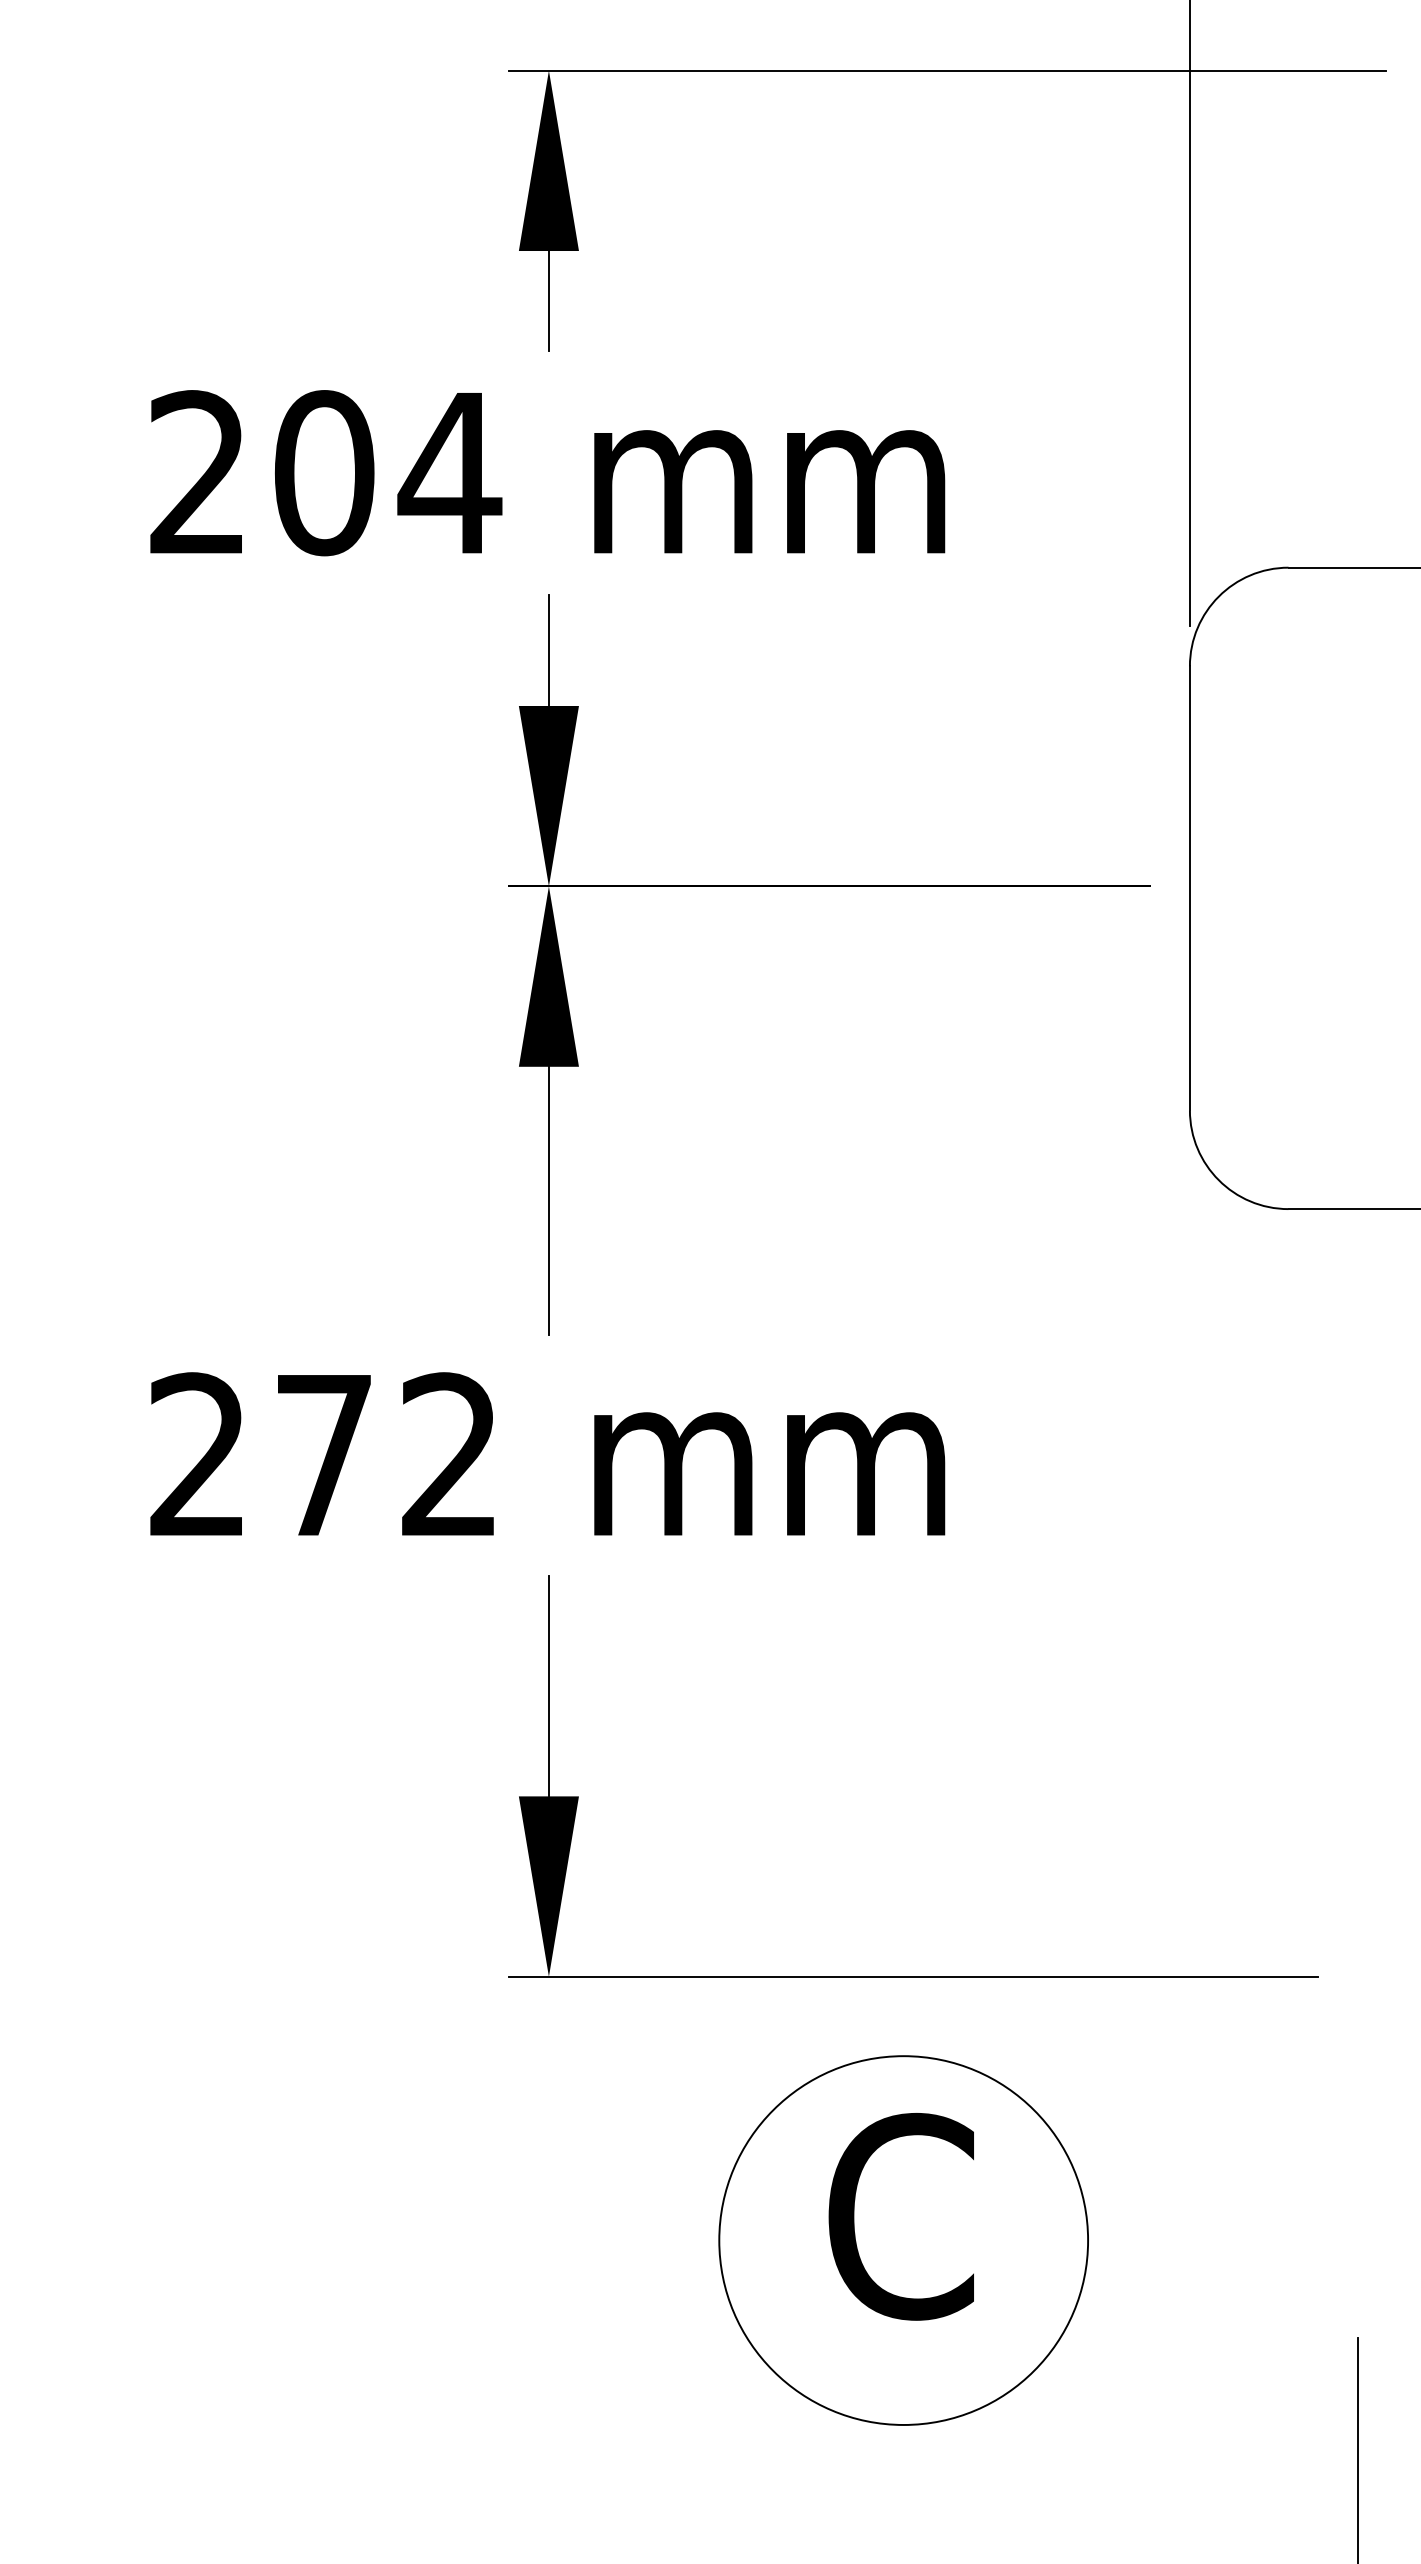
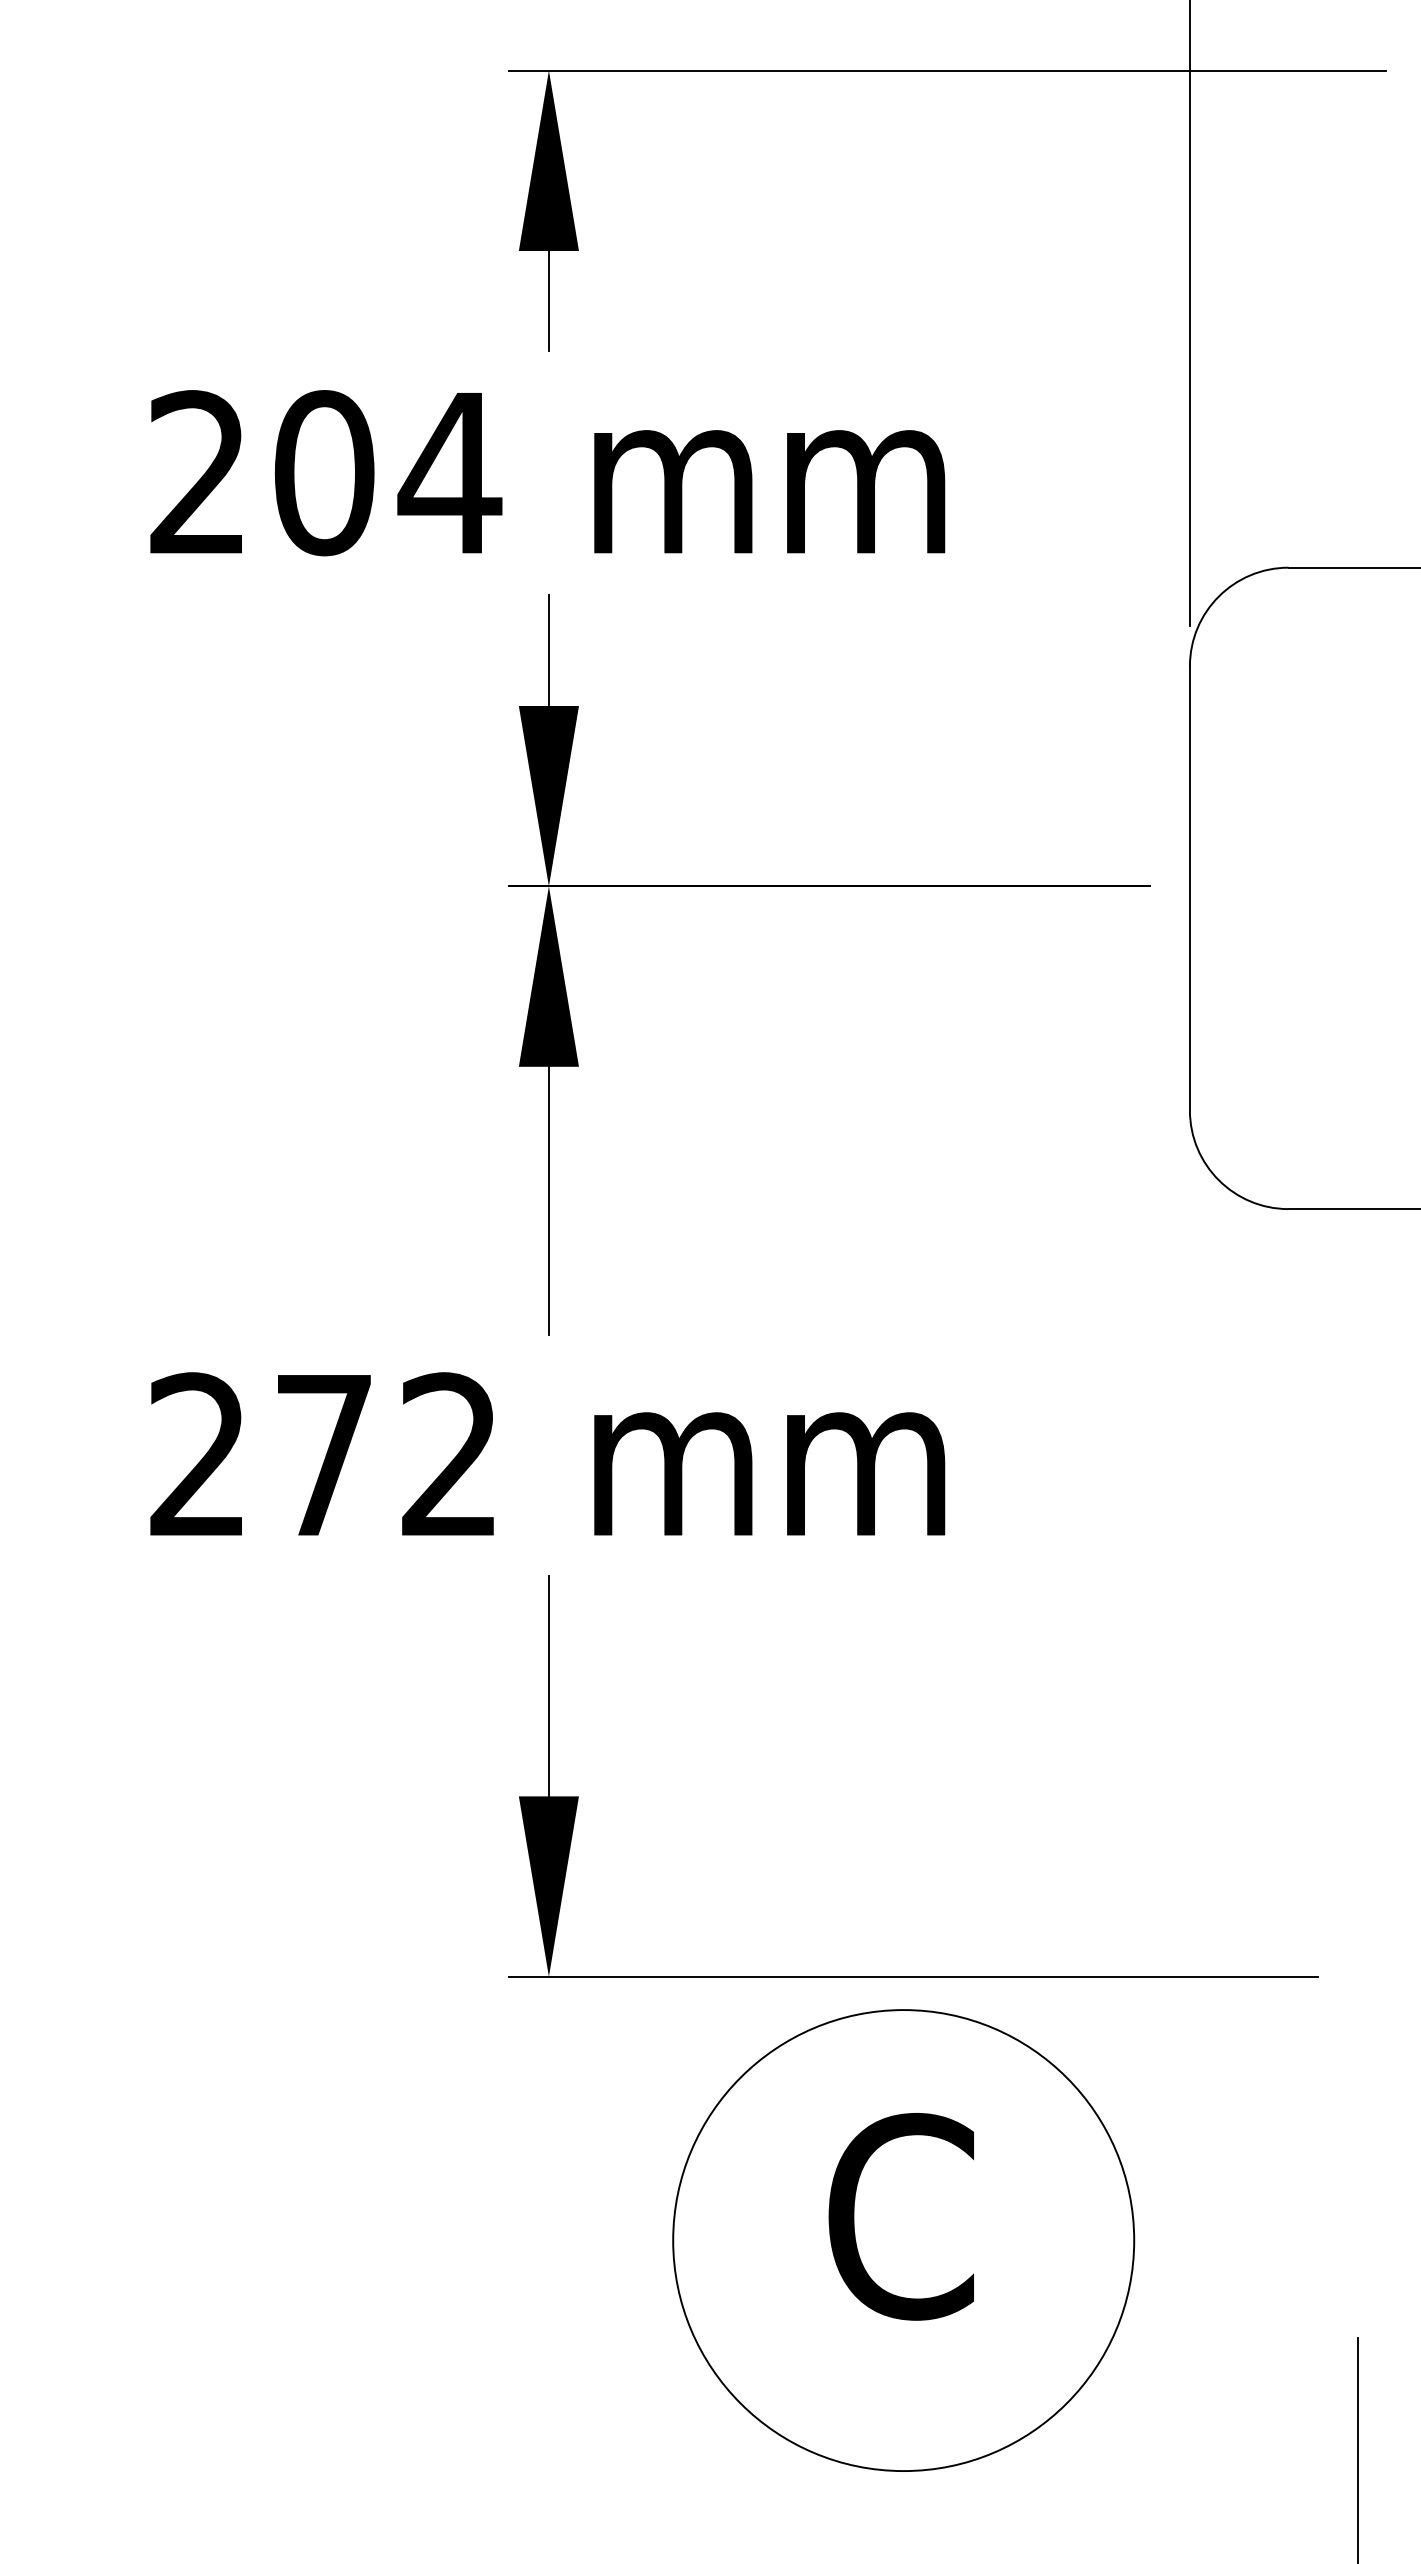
circle at (903, 2240) diameter: 369 px -> 461 px
